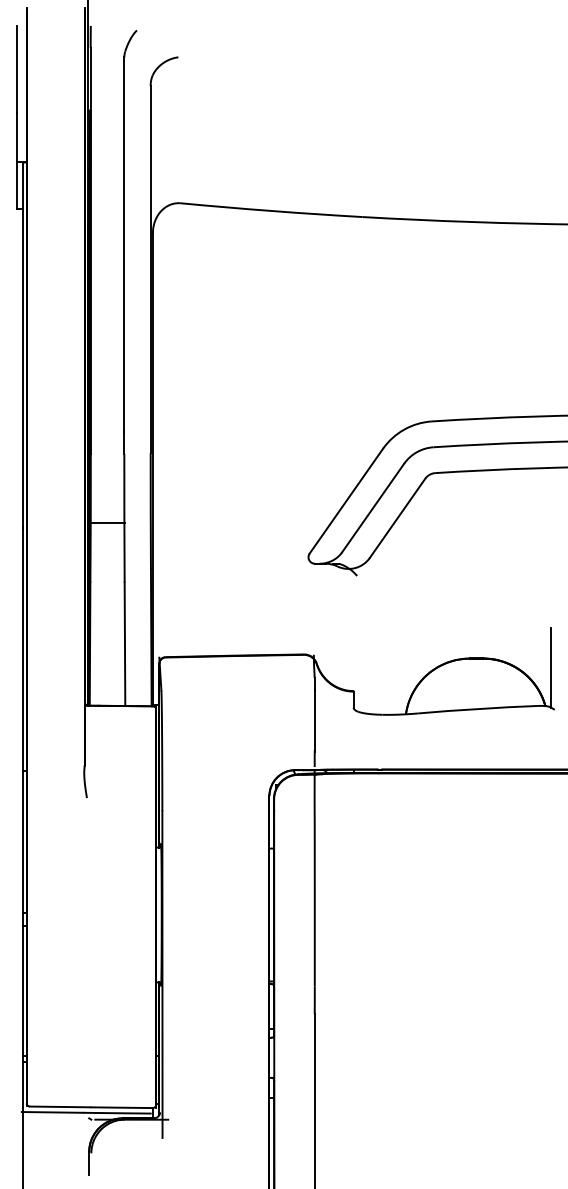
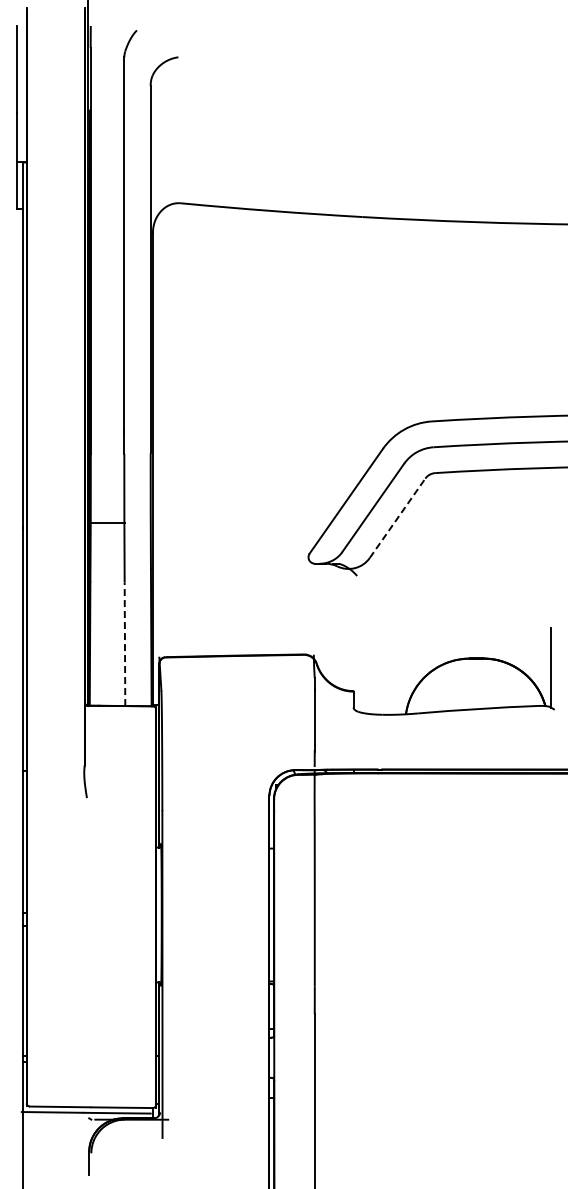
line at (397, 517): solid -> dashed
line at (124, 644): solid -> dashed
